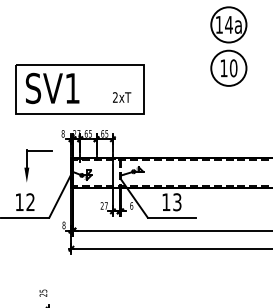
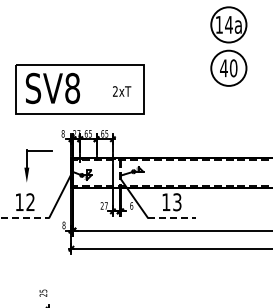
text at (223, 68): 10 -> 40
text at (72, 88): SV1 -> SV8
text at (122, 97) position: (122, 97) -> (122, 91)
line at (25, 217): solid -> dashed
line at (172, 217): solid -> dashed
